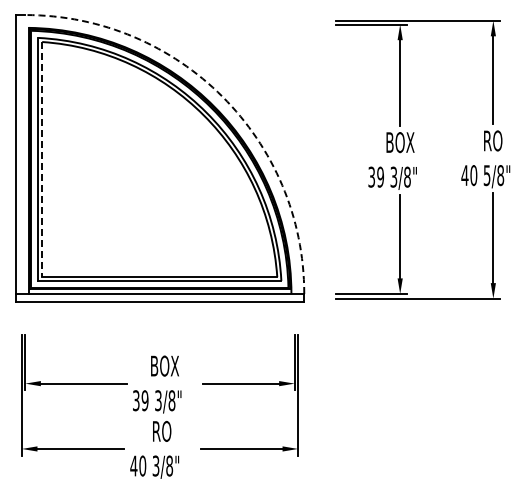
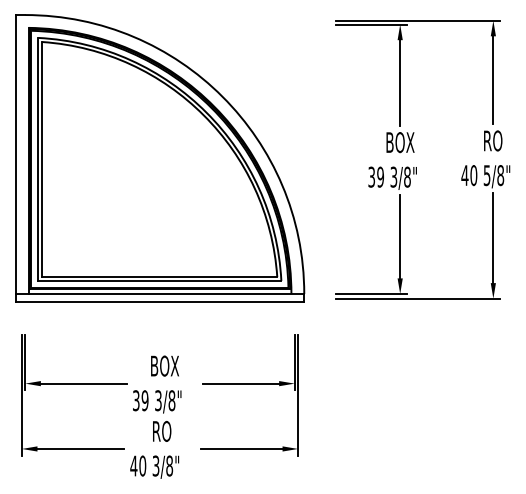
arc at (222, 96): dashed -> solid
line at (42, 159): dashed -> solid
